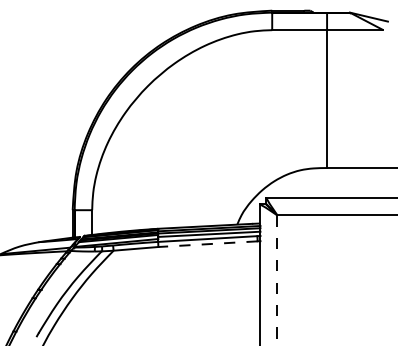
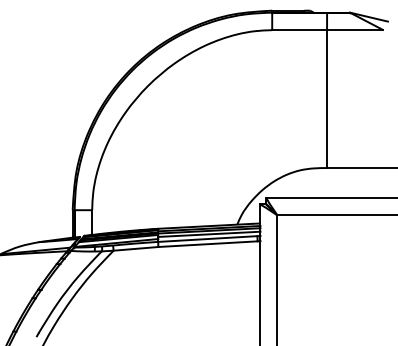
line at (208, 244): dashed -> solid
line at (277, 280): dashed -> solid
